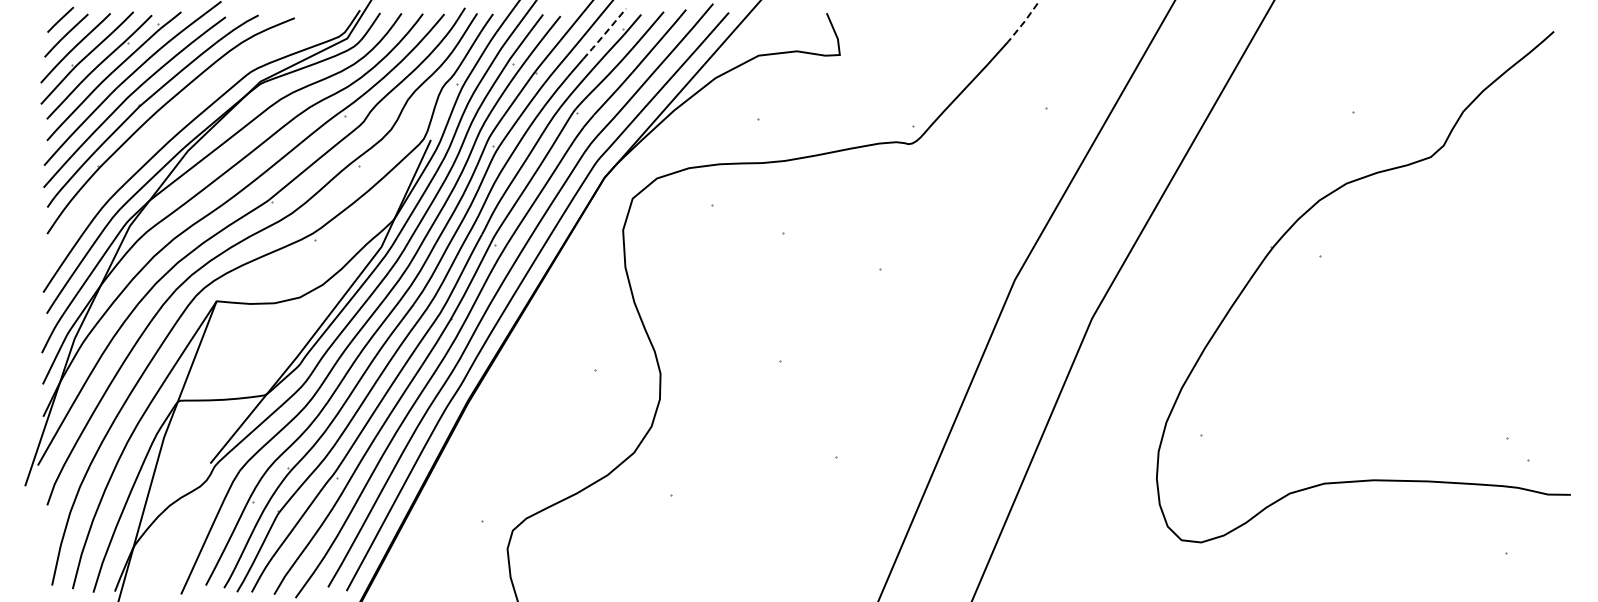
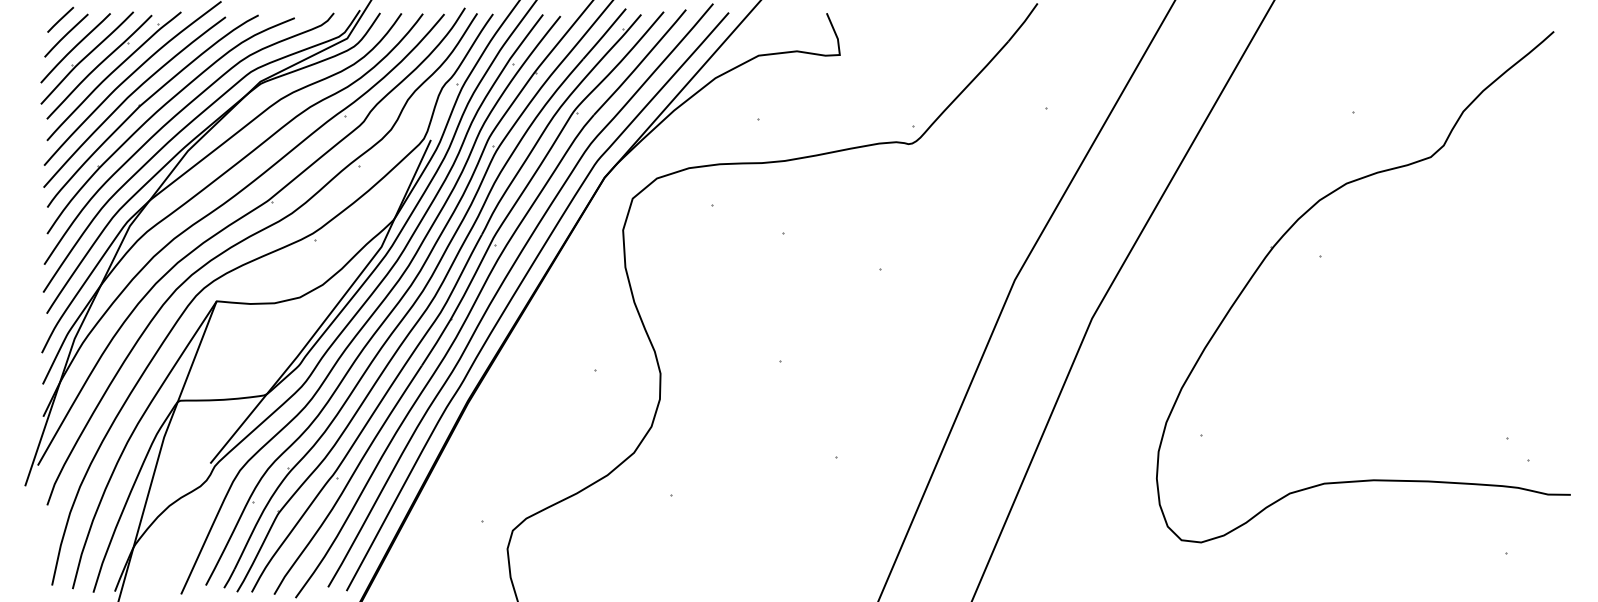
line at (1024, 22): dashed -> solid
line at (604, 34): dashed -> solid
curve at (175, 117): none -> present
